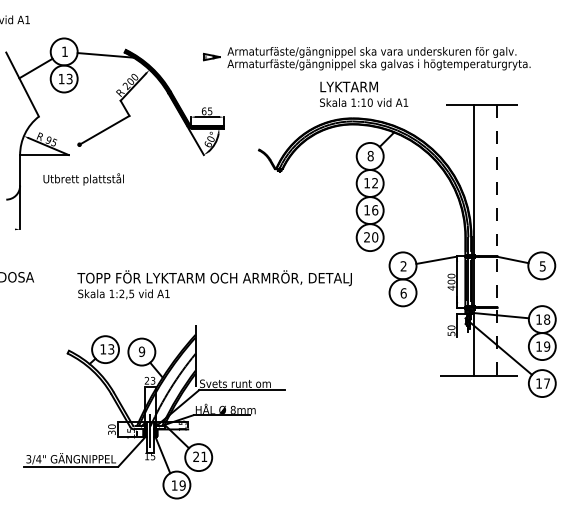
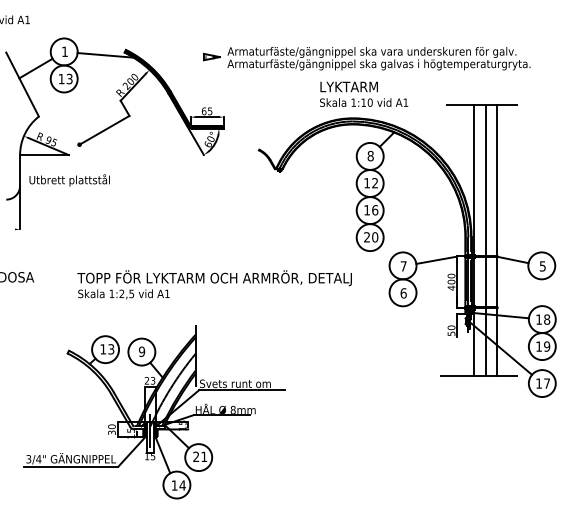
text at (83, 179) position: (83, 179) -> (69, 180)
line at (485, 240): none -> present
line at (497, 241): dashed -> solid
text at (403, 266): 2 -> 7
text at (182, 485): 19 -> 14
